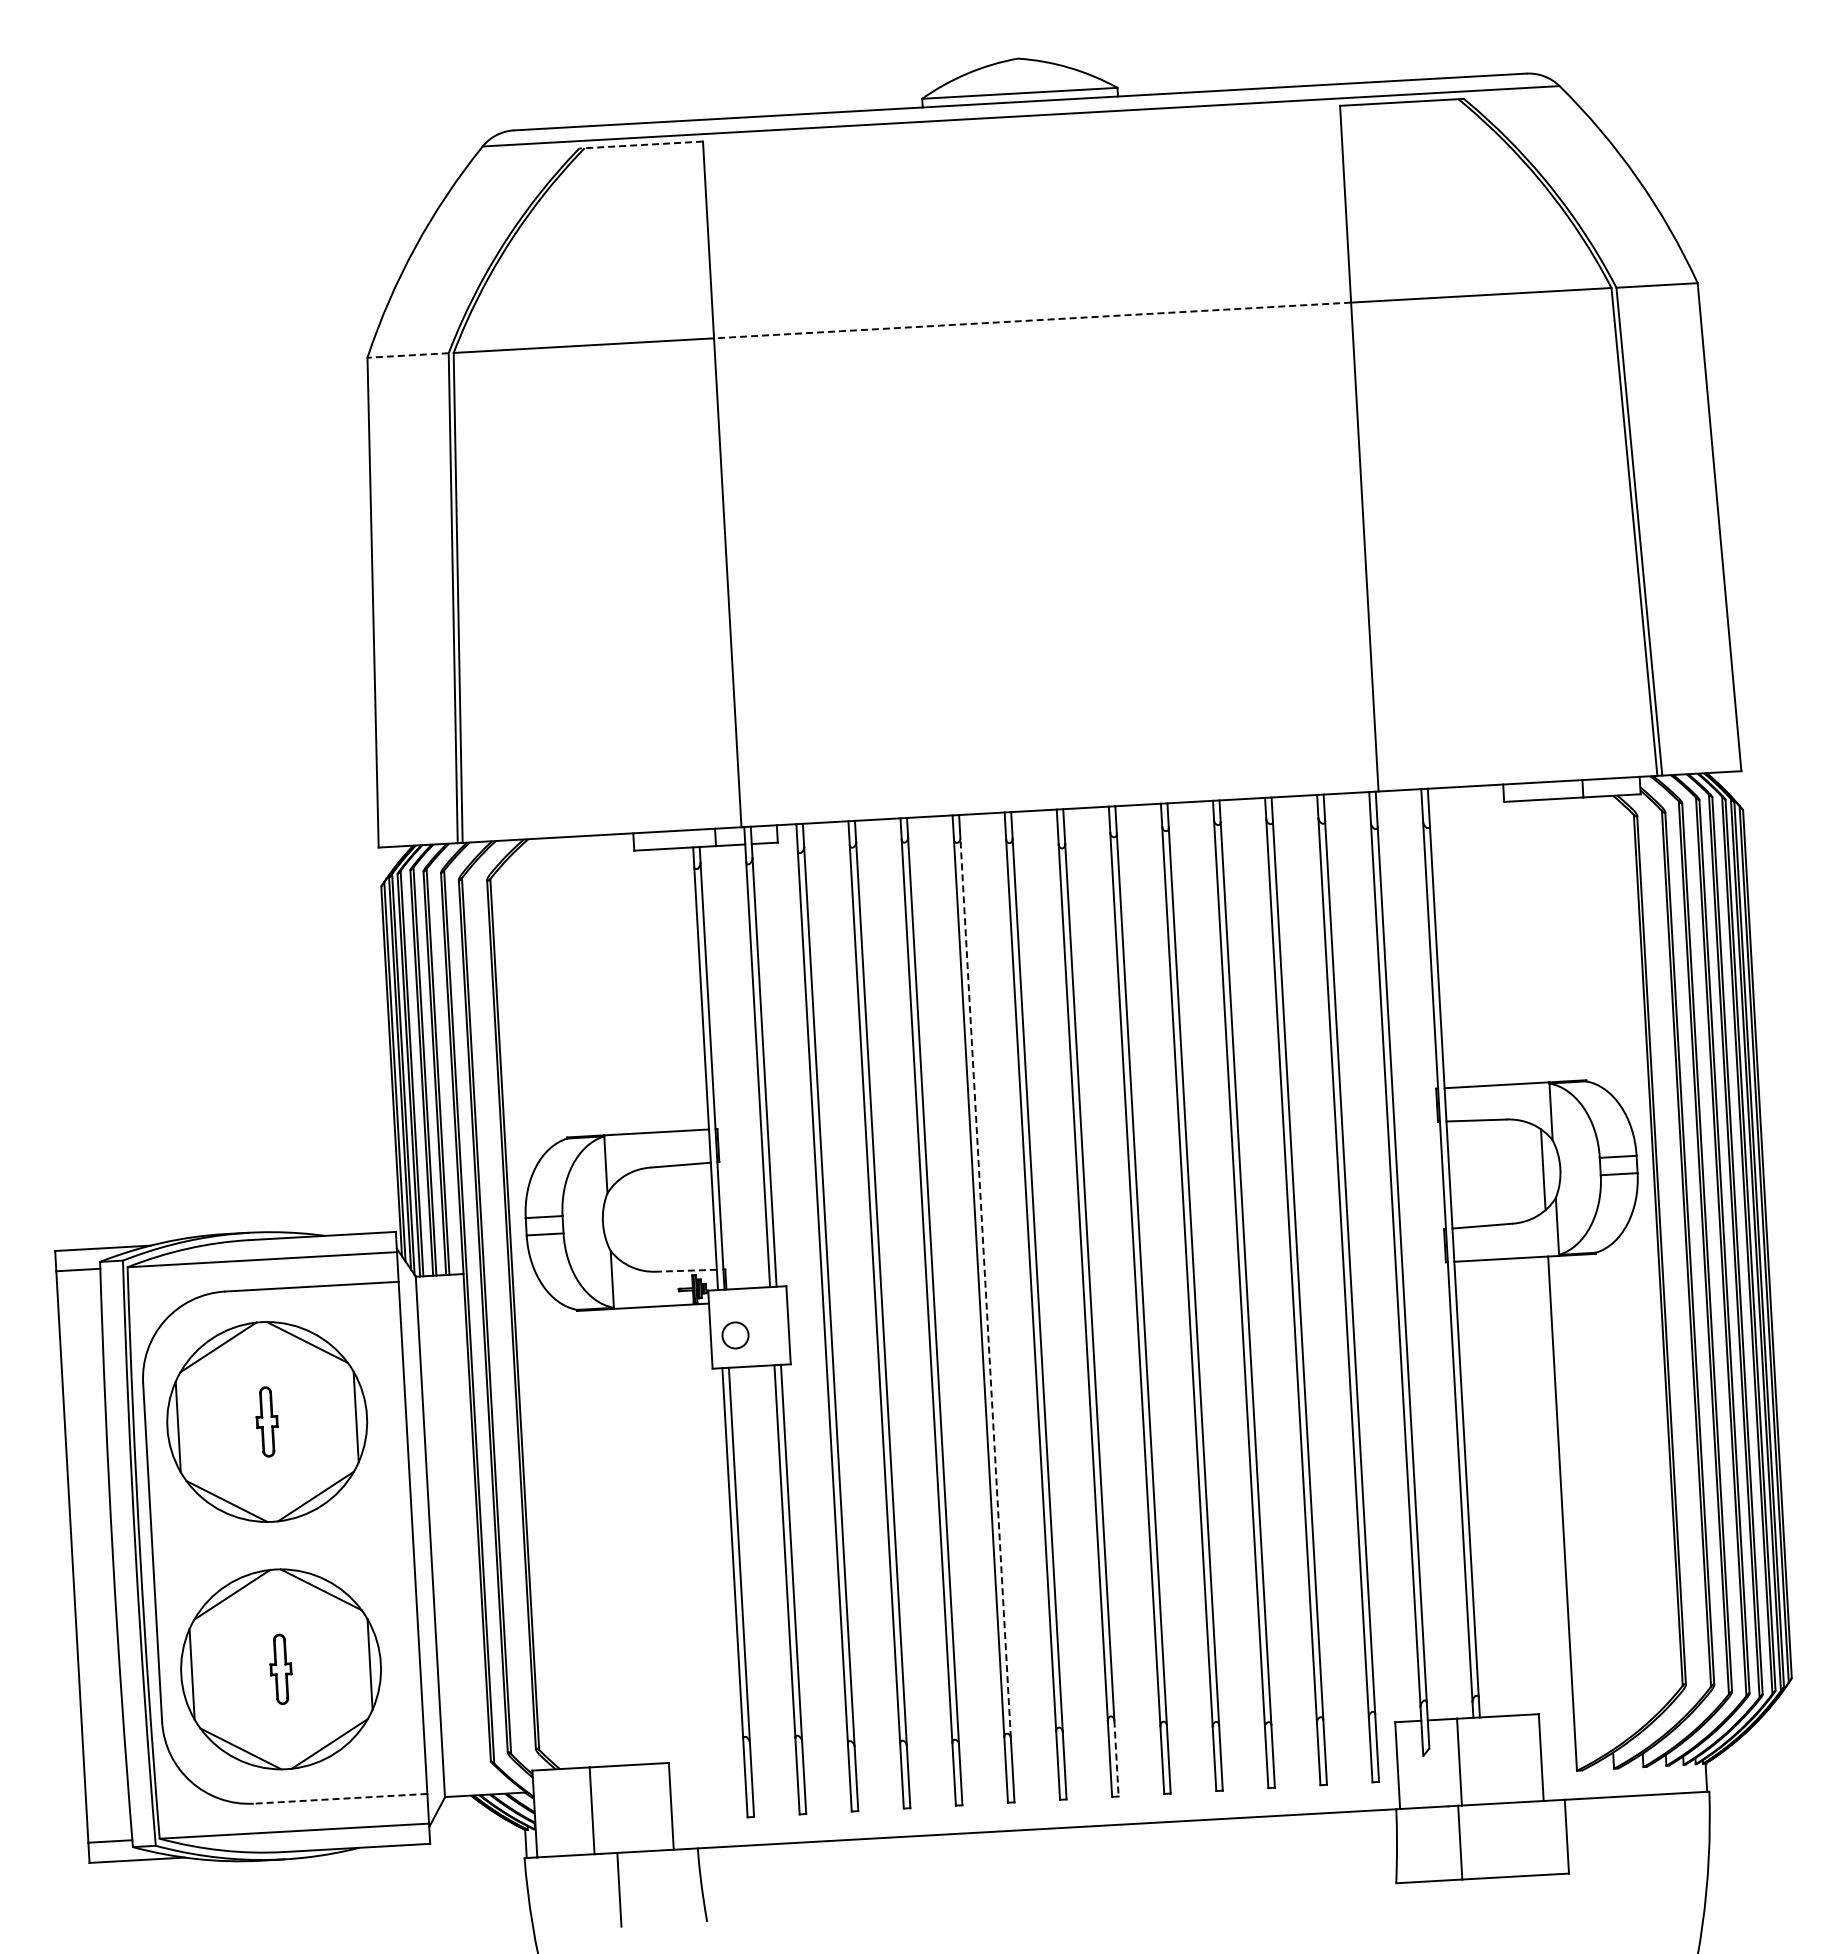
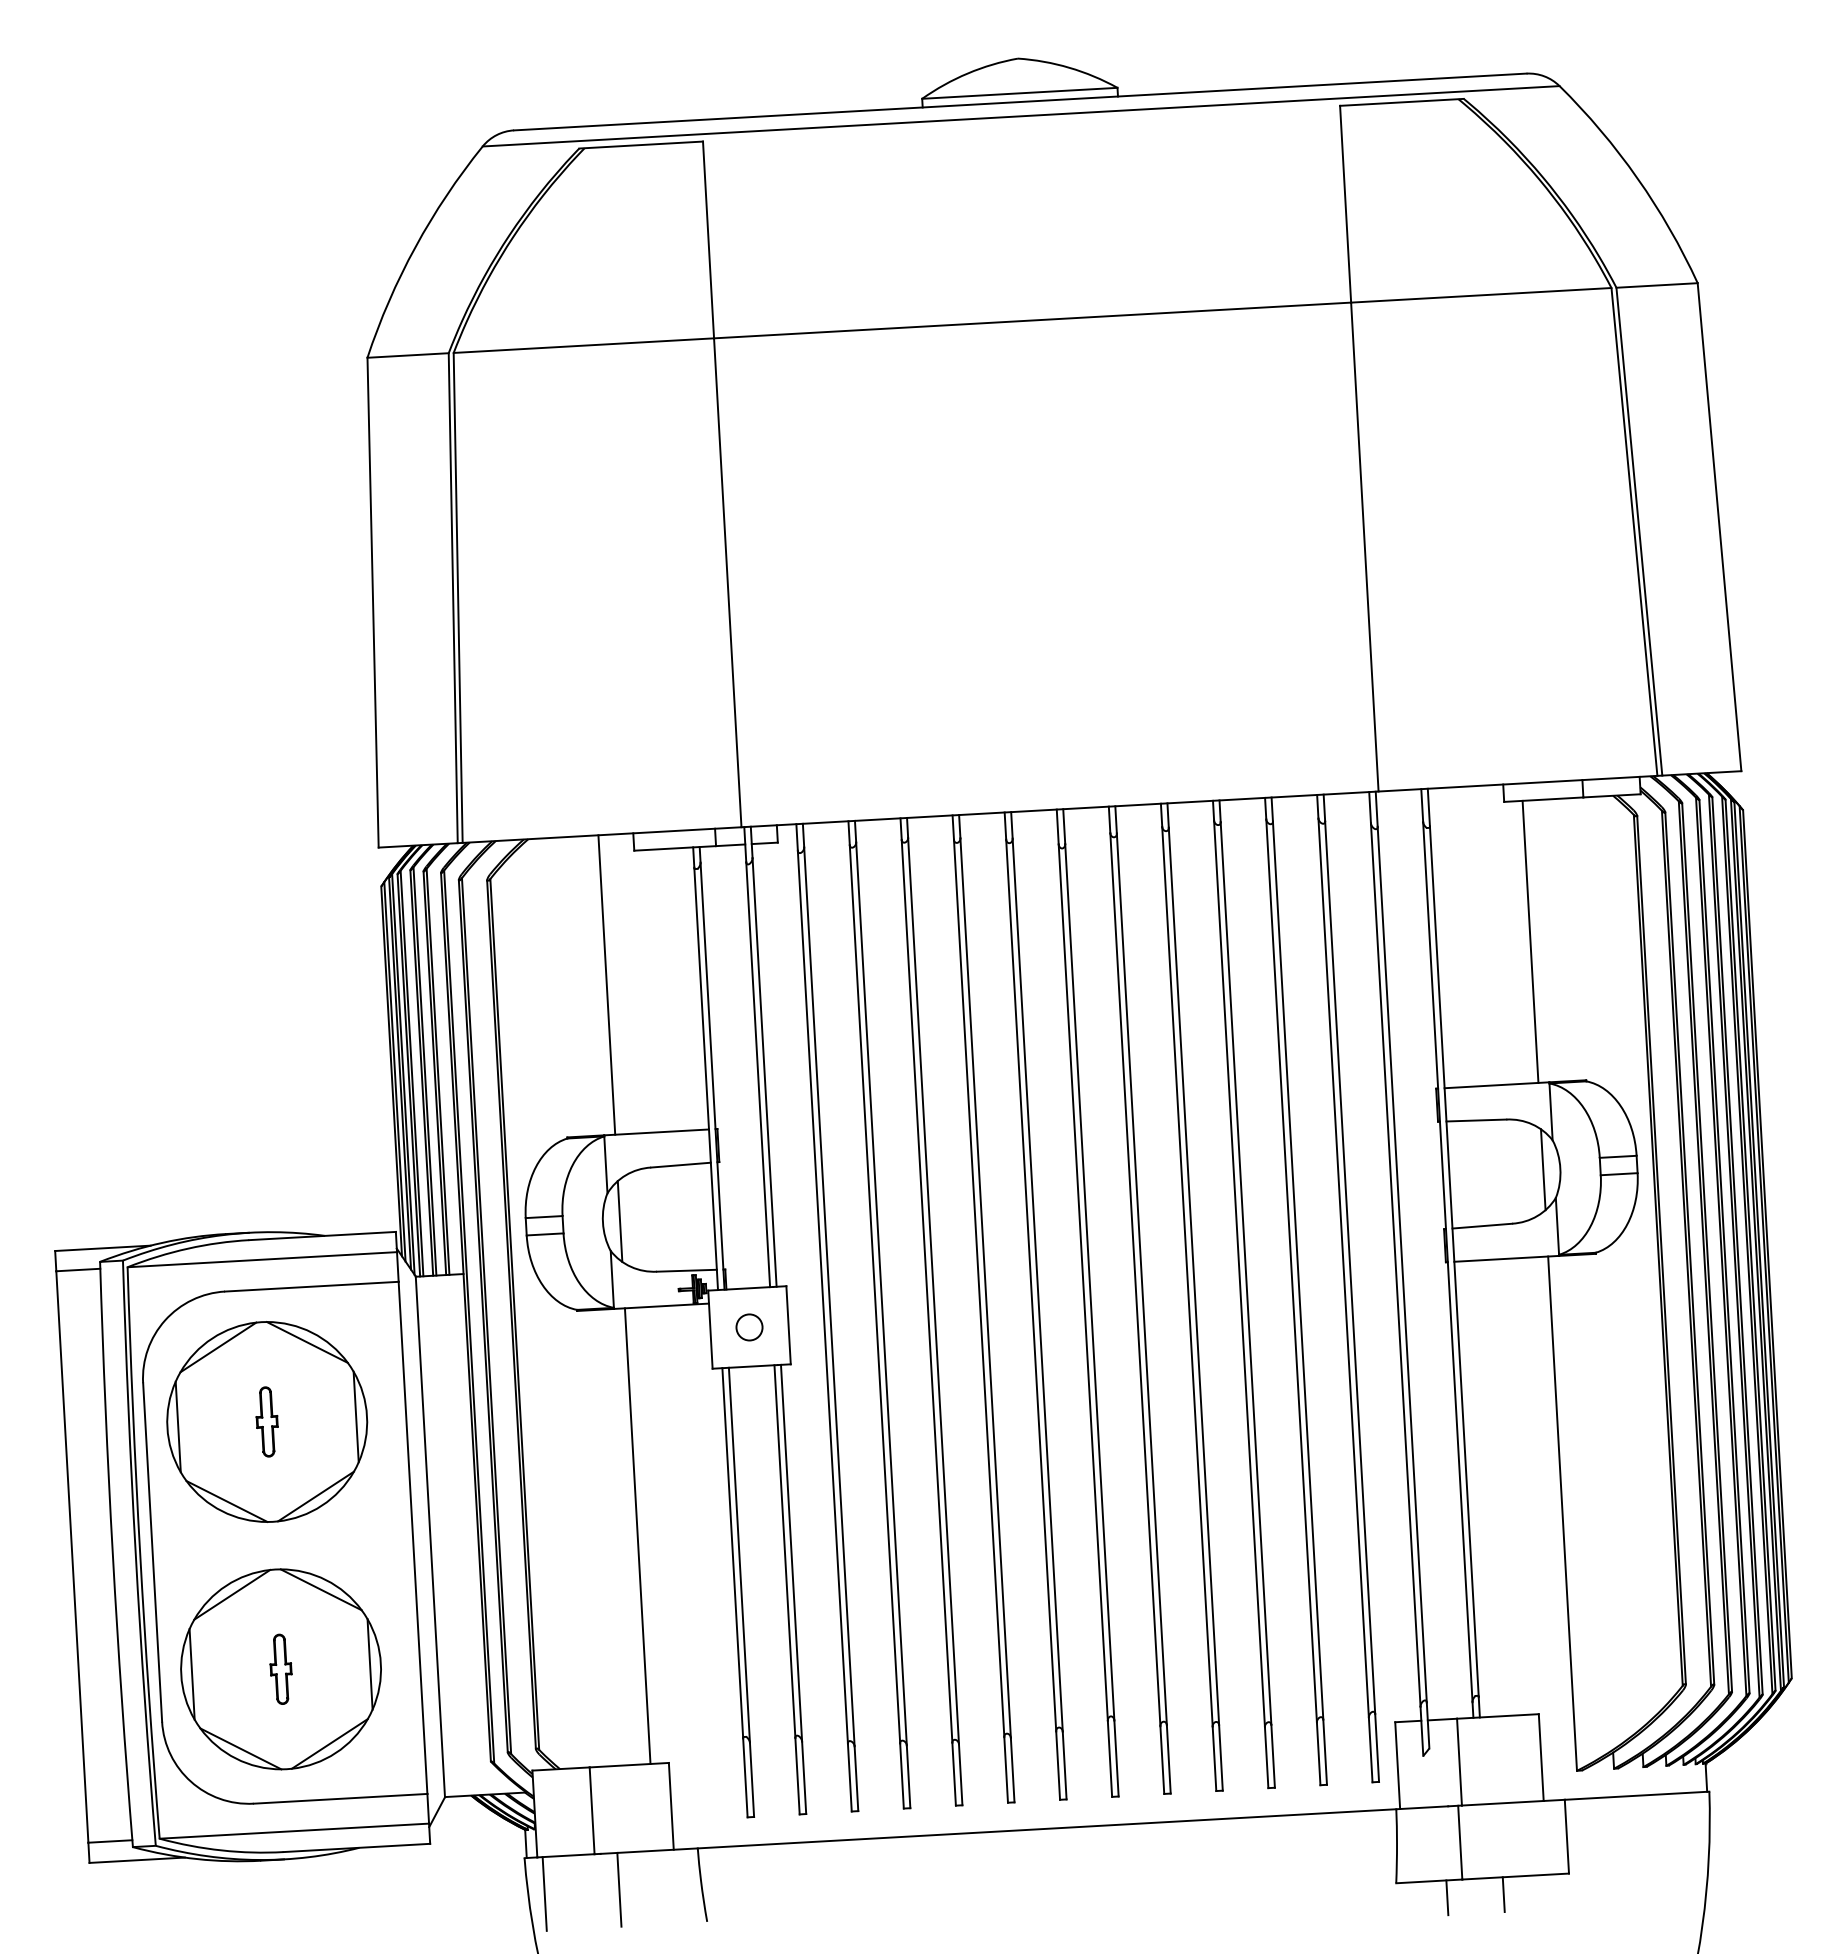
line at (641, 145): dashed -> solid
line at (1032, 320): dashed -> solid
line at (408, 355): dashed -> solid
line at (1530, 941): none -> present
line at (606, 984): none -> present
line at (619, 1221): none -> present
line at (686, 1270): dashed -> solid
line at (985, 1288): dashed -> solid
circle at (735, 1335) position: (735, 1335) -> (749, 1327)
line at (637, 1535): none -> present
line at (1116, 1759): dashed -> solid
line at (340, 1798): dashed -> solid
line at (544, 1893): none -> present
line at (1503, 1894): none -> present
line at (1447, 1897): none -> present
